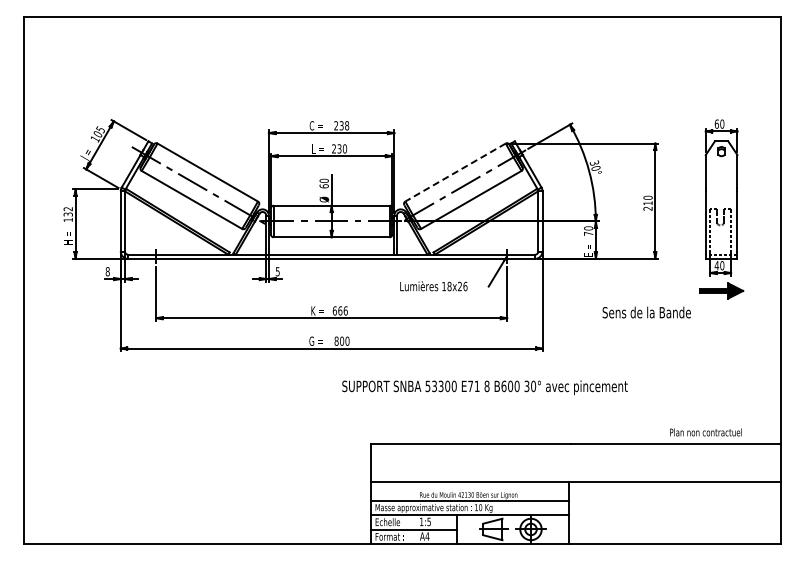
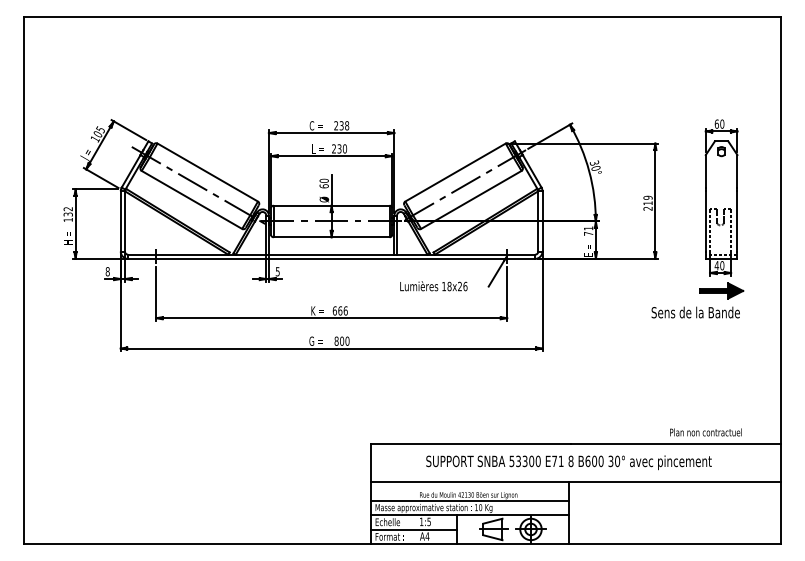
line at (455, 172): dashed -> solid
text at (648, 197): 210 -> 219
text at (588, 228): 70 -> 71
text at (646, 312) position: (646, 312) -> (695, 312)
text at (484, 387) position: (484, 387) -> (568, 462)
